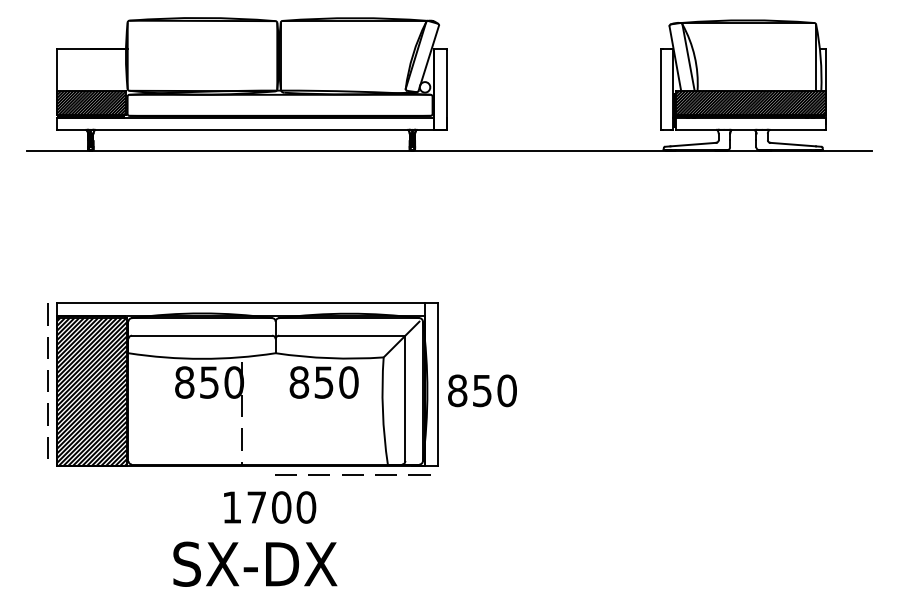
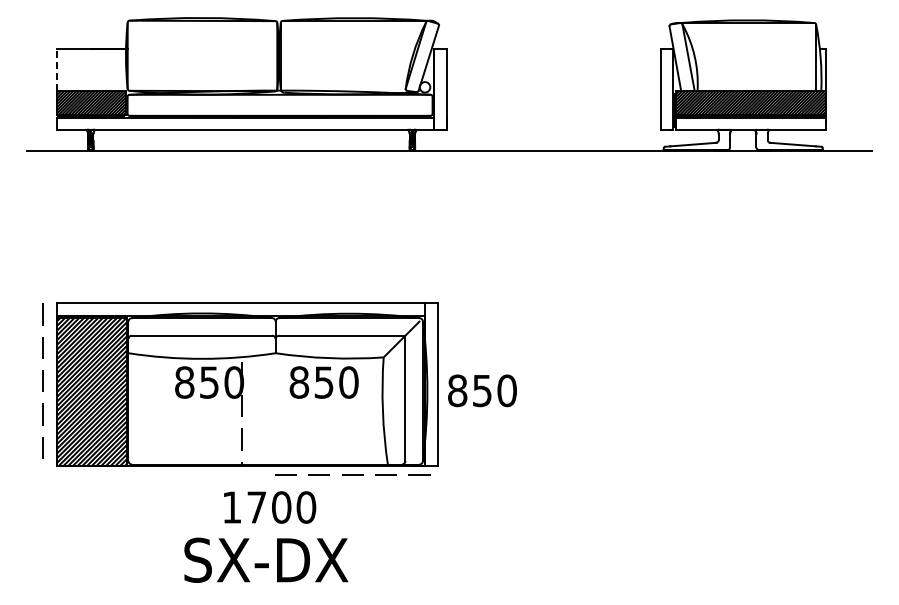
line at (56, 70): solid -> dashed
line at (47, 380) position: (47, 380) -> (42, 380)
text at (255, 563) position: (255, 563) -> (266, 559)
